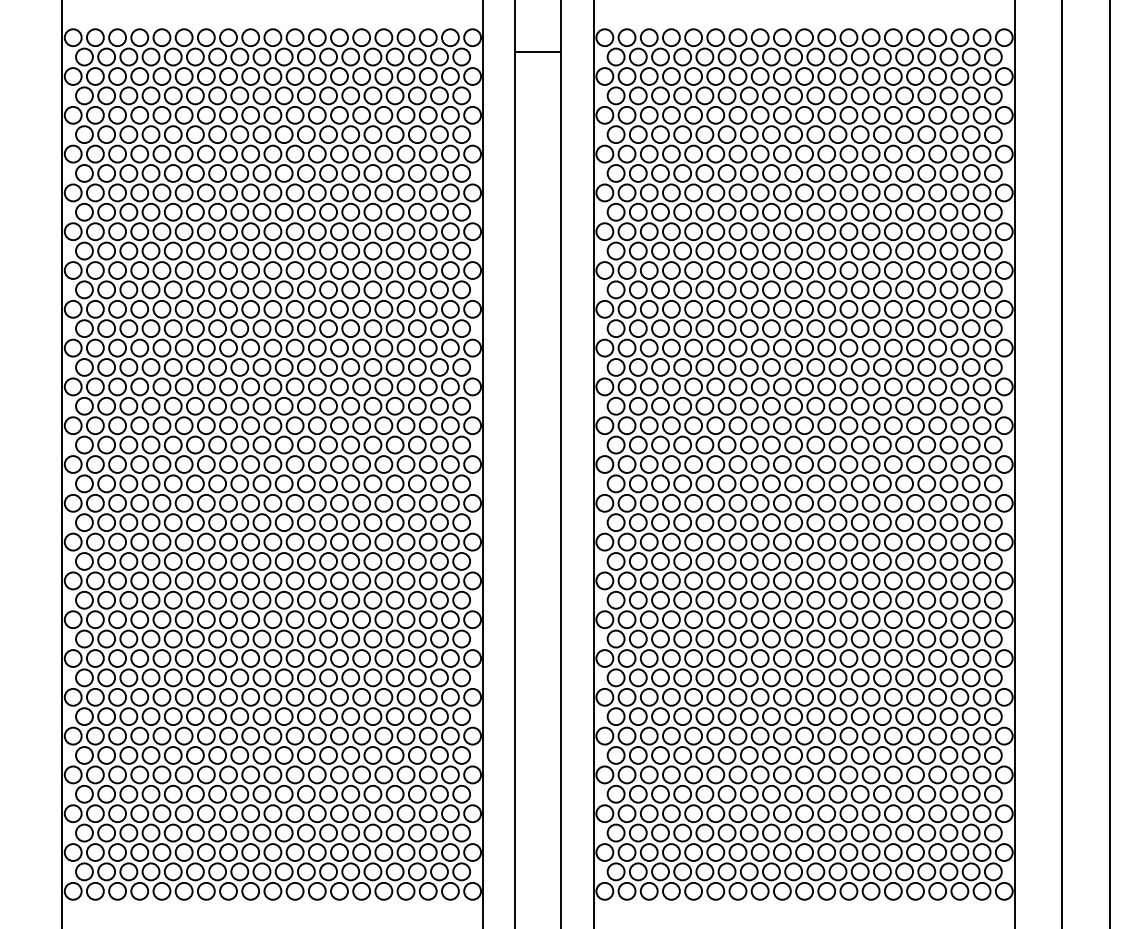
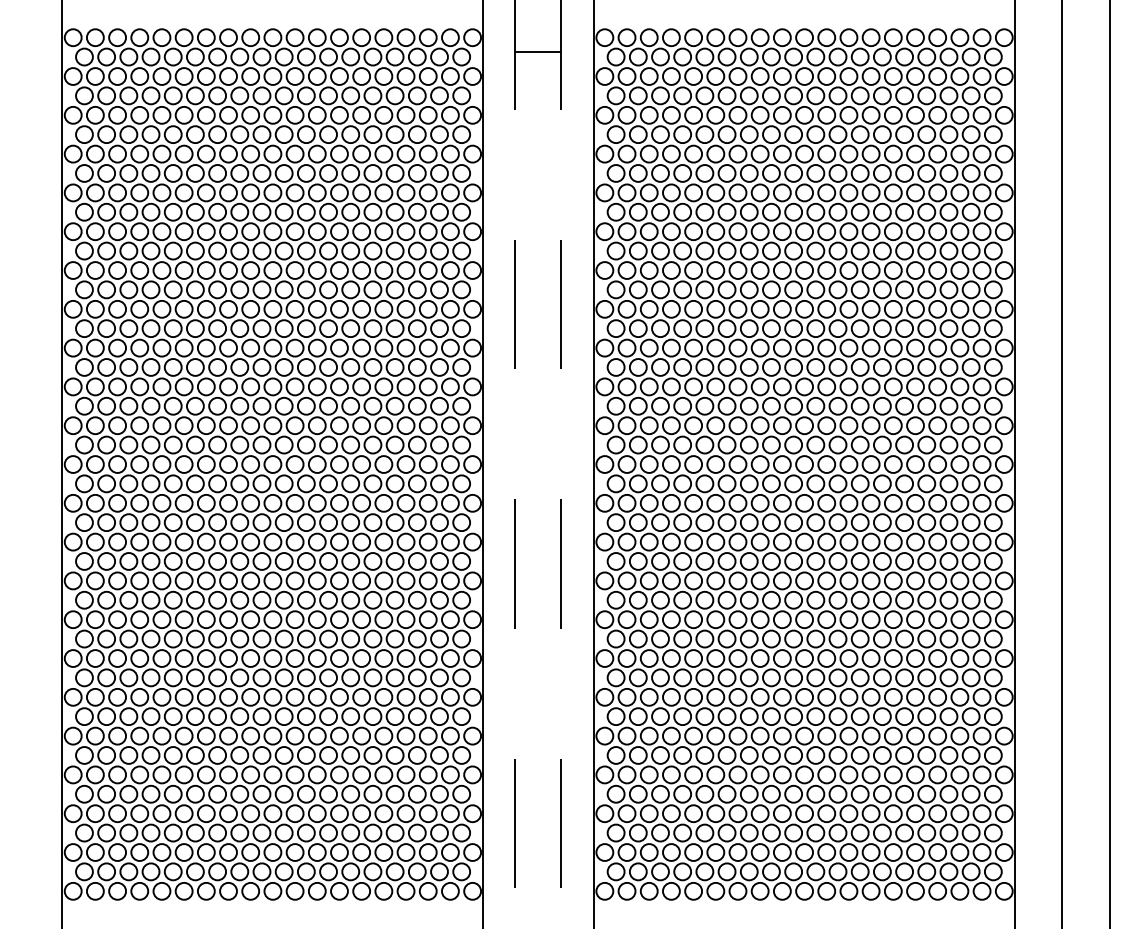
line at (514, 465): solid -> dashed
line at (561, 465): solid -> dashed
